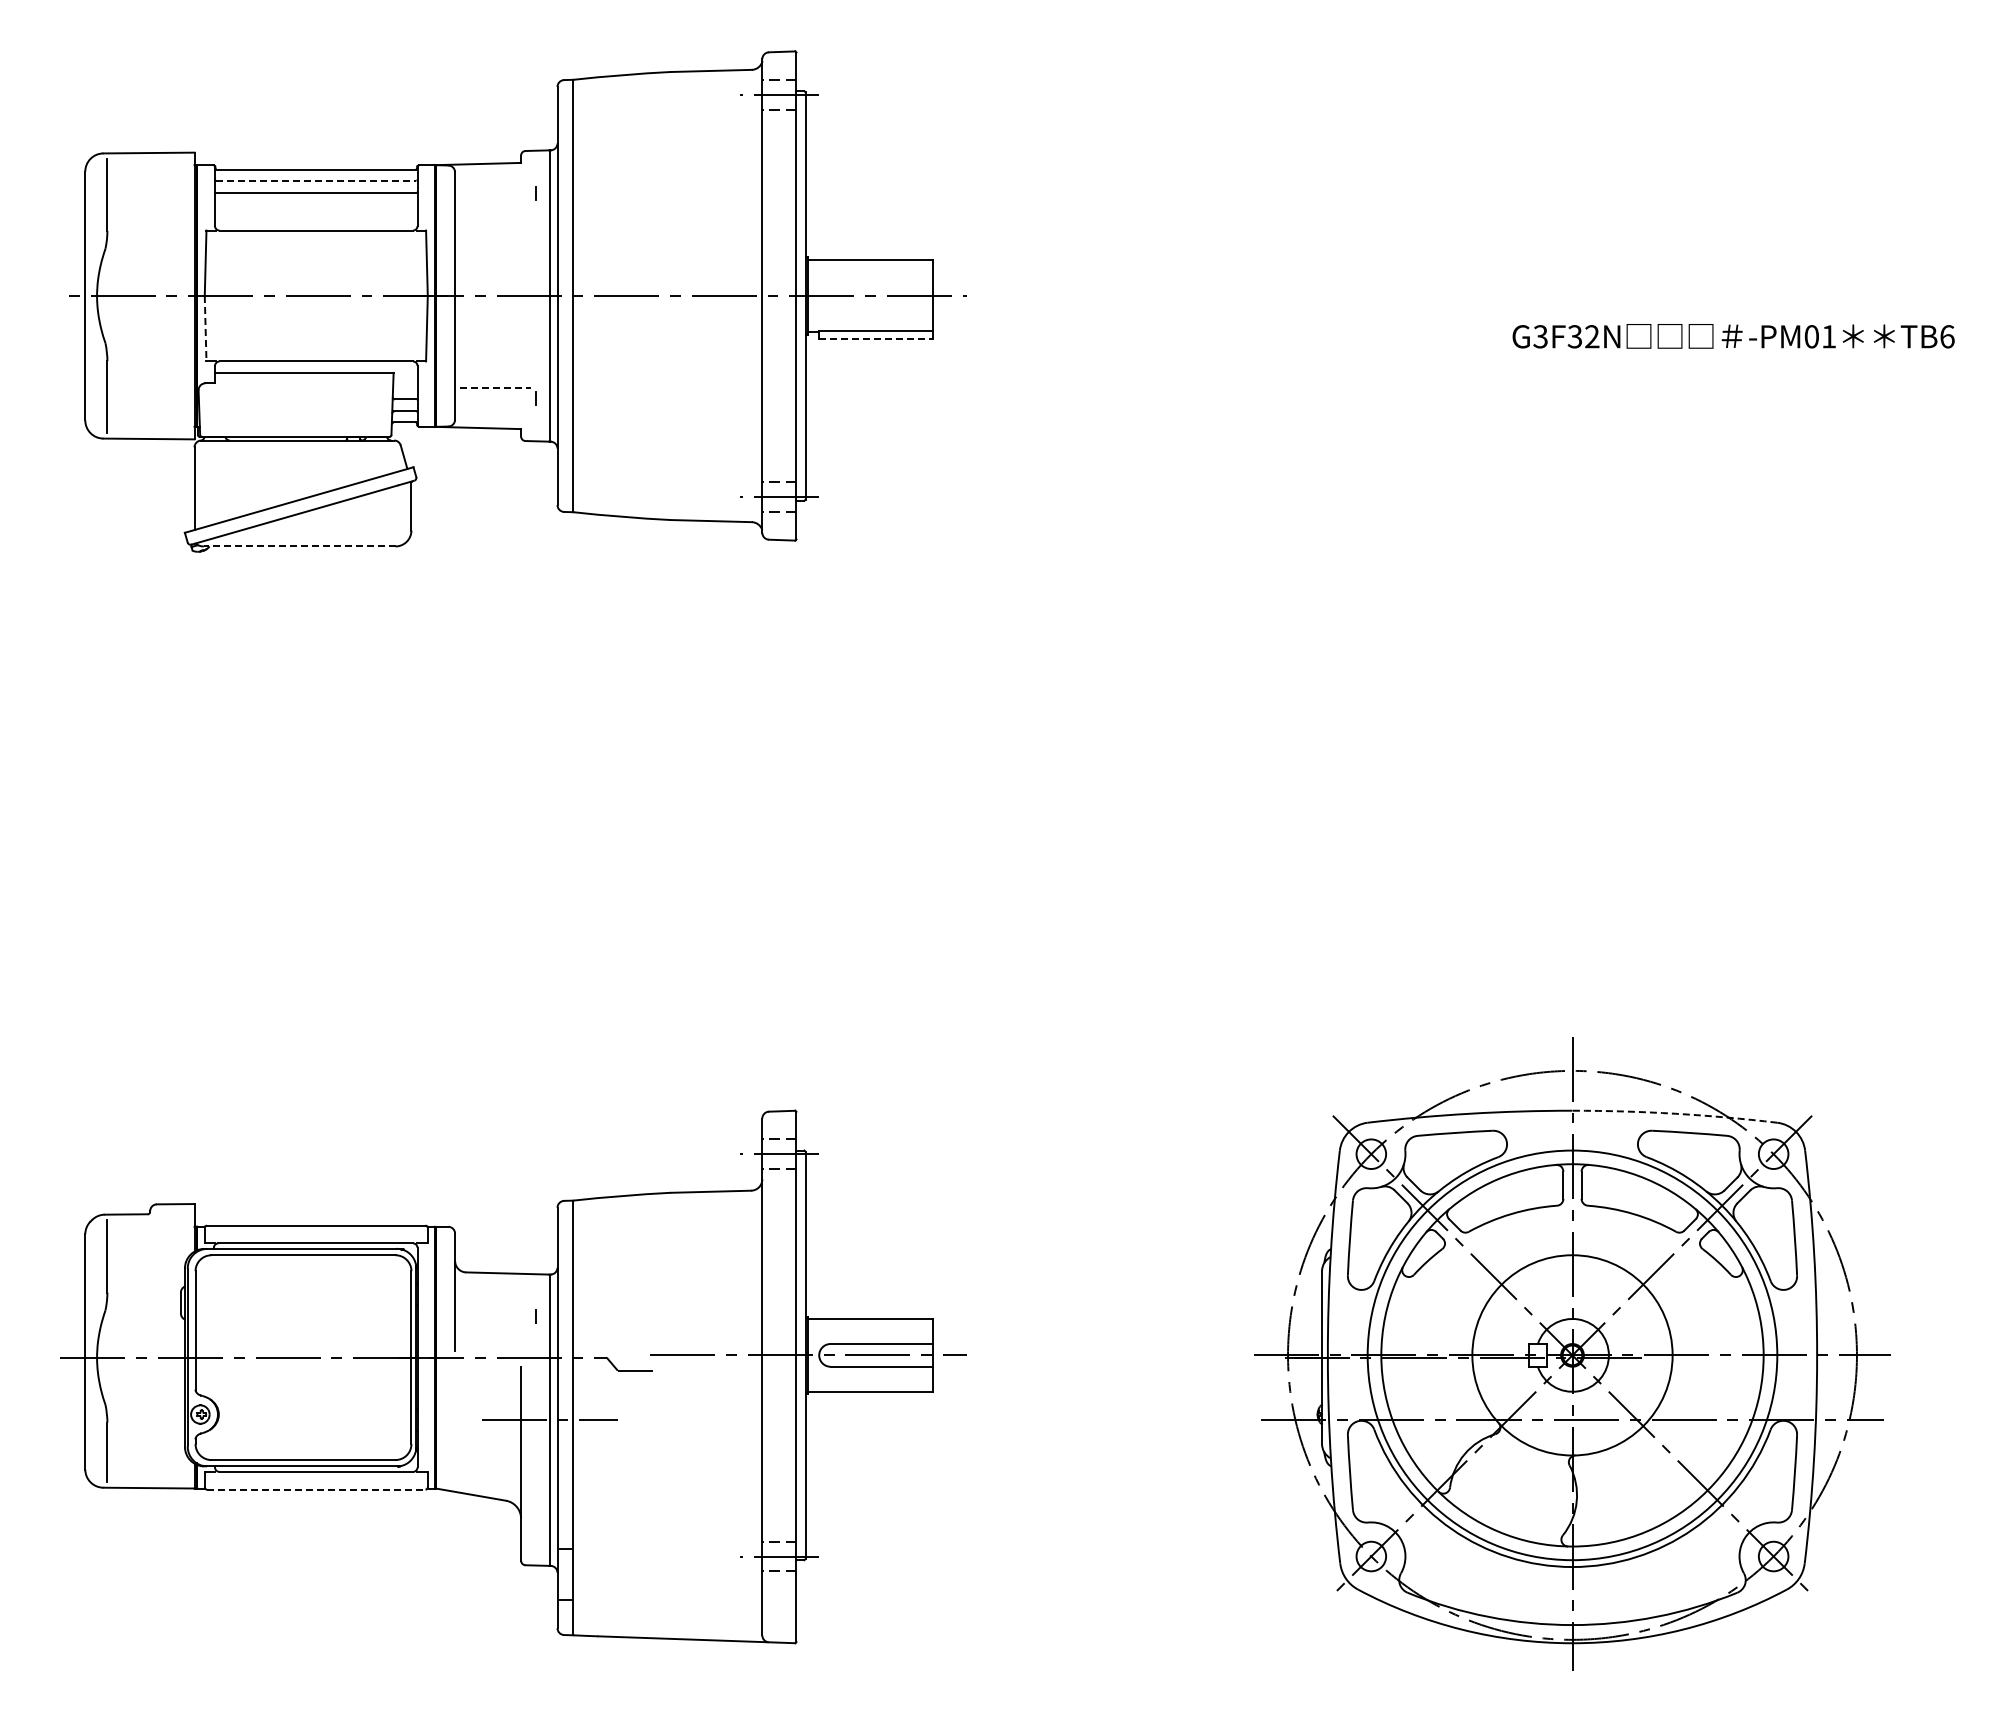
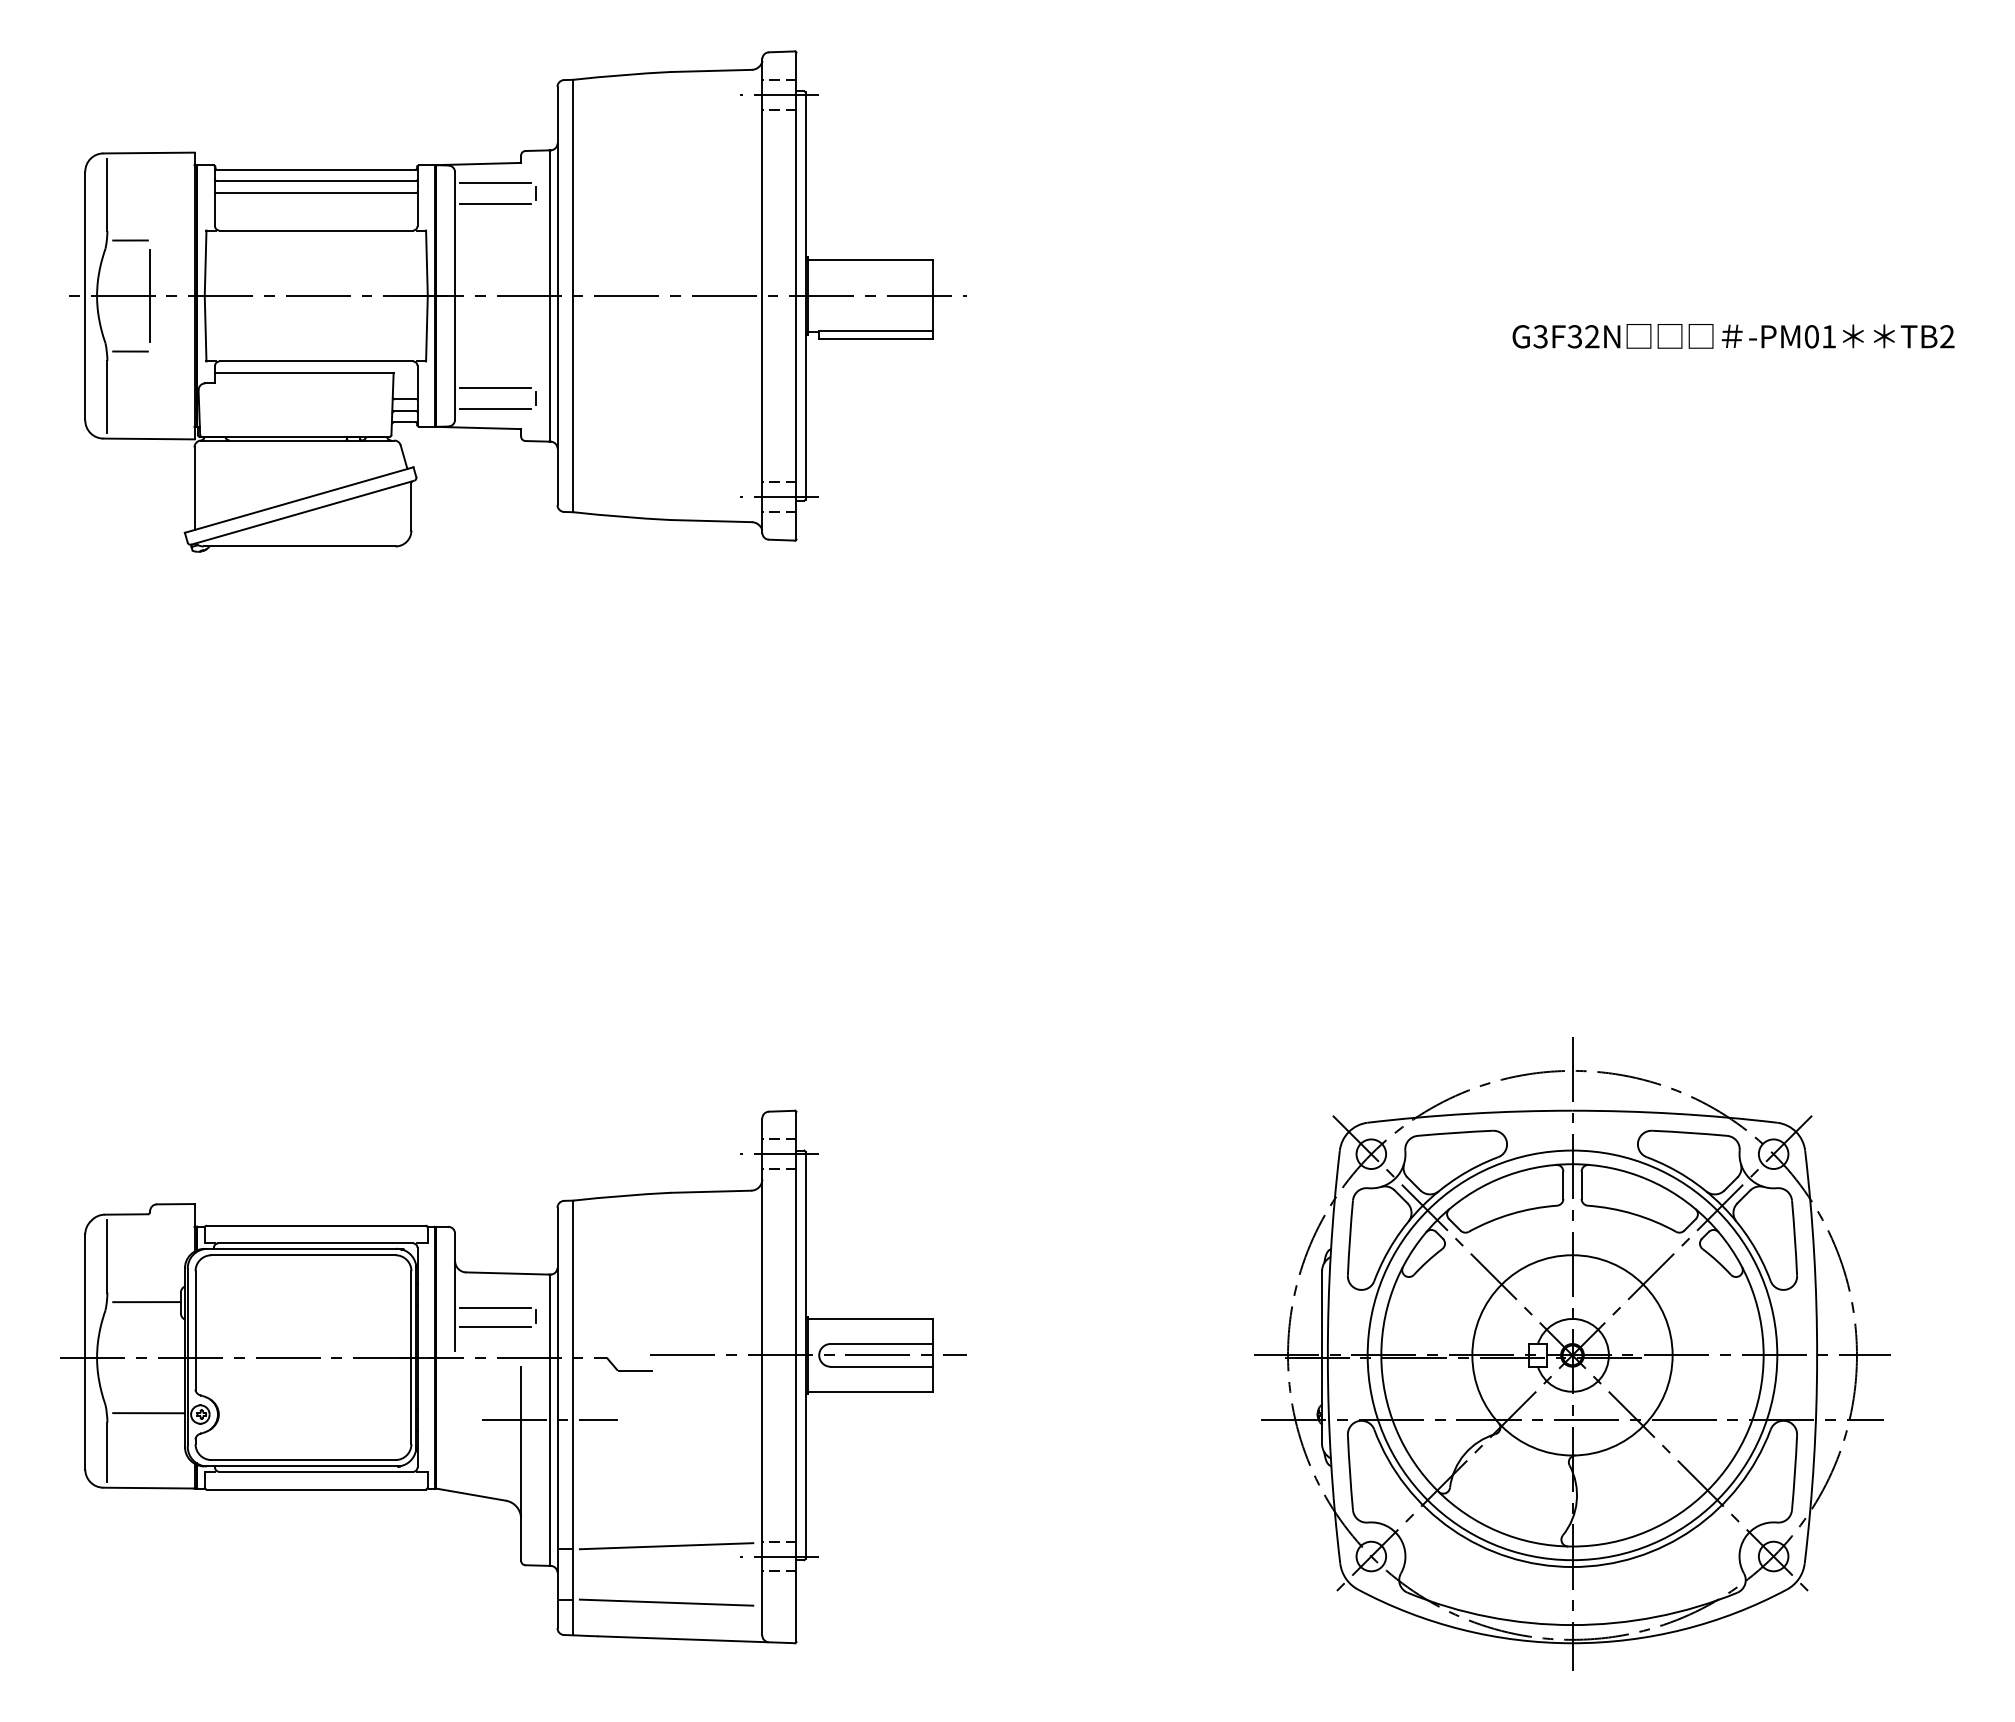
line at (316, 180): dashed -> solid
line at (495, 183): none -> present
line at (495, 203): none -> present
line at (130, 240): none -> present
line at (150, 295): none -> present
line at (205, 328): dashed -> solid
text at (1947, 336): TB6 -> TB2
line at (876, 339): dashed -> solid
line at (130, 351): none -> present
line at (495, 388): dashed -> solid
line at (495, 408): none -> present
line at (299, 546): dashed -> solid
arc at (1675, 1113): dashed -> solid
line at (146, 1302): none -> present
line at (495, 1307): none -> present
line at (495, 1326): none -> present
line at (148, 1413): none -> present
line at (316, 1489): dashed -> solid
line at (666, 1546): none -> present
line at (666, 1602): none -> present
